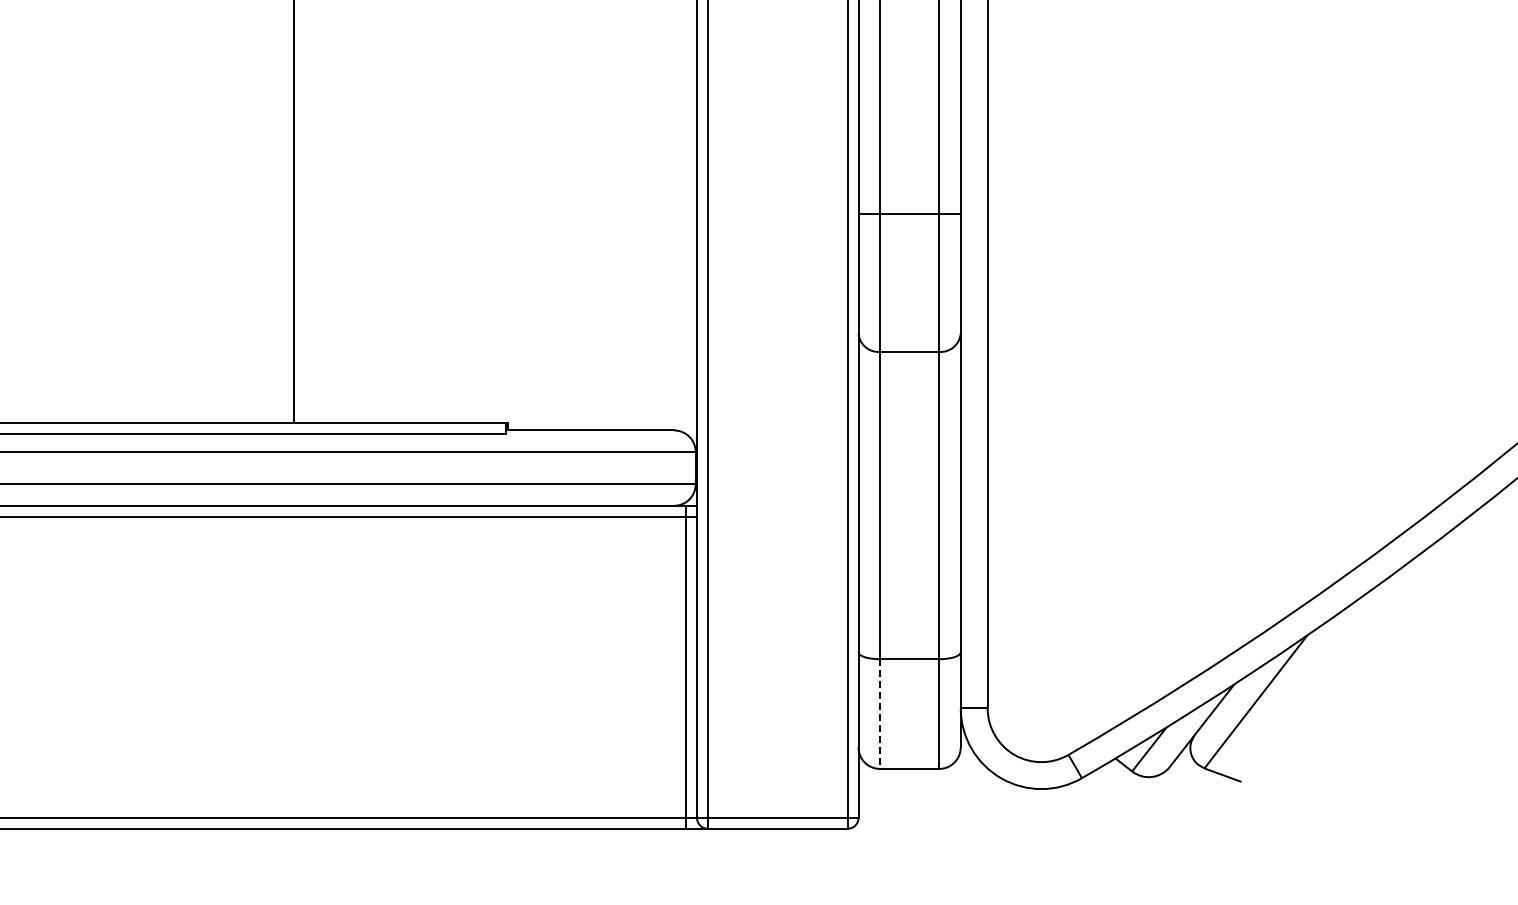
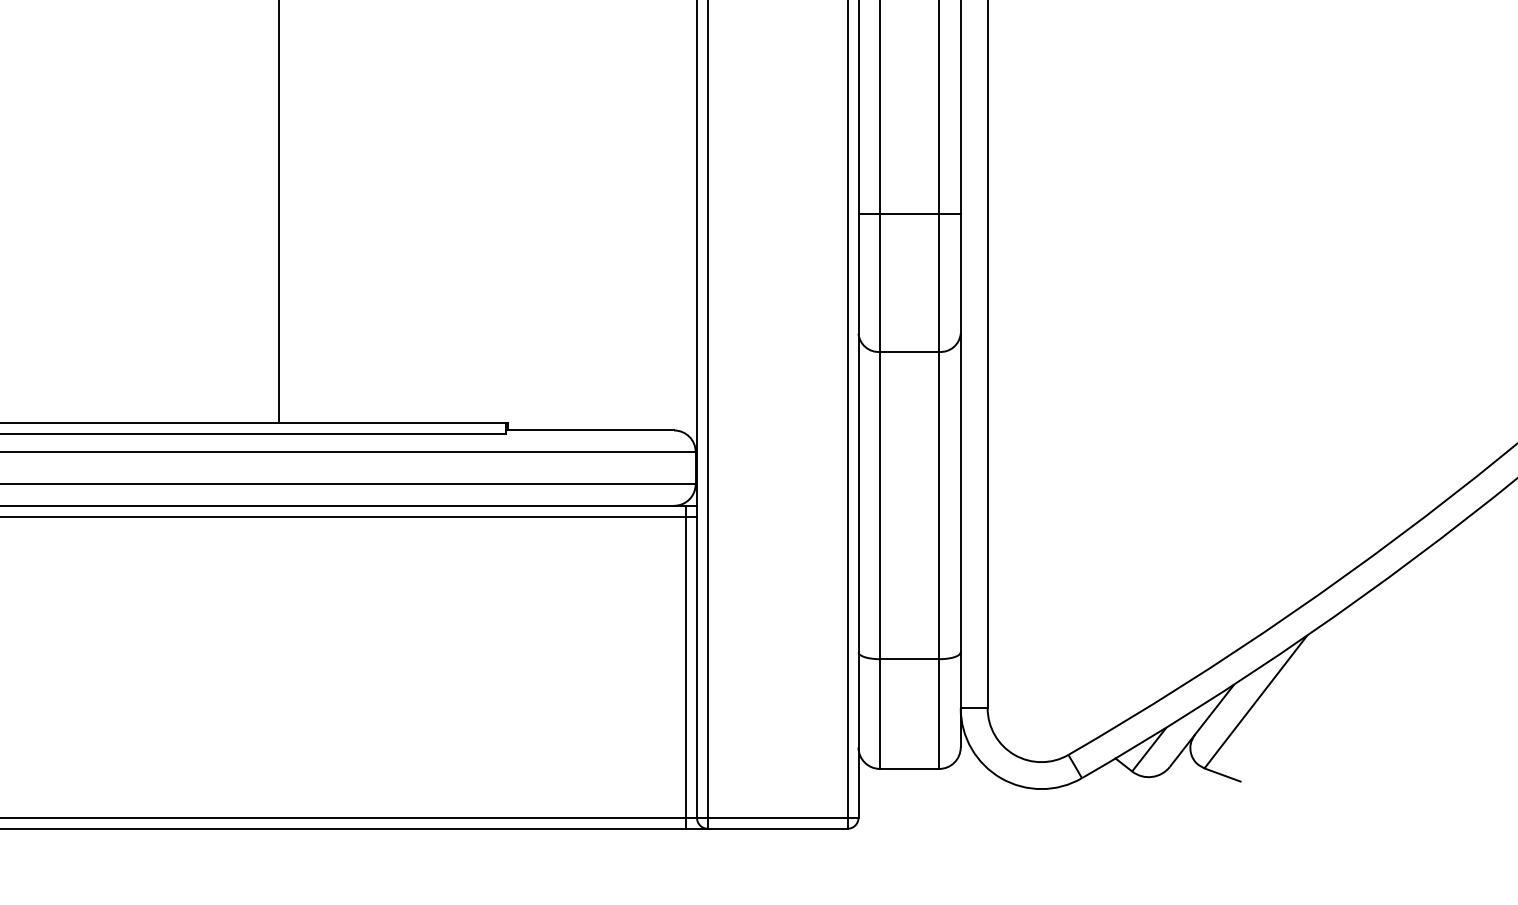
line at (294, 212) position: (294, 212) -> (279, 212)
line at (880, 714): dashed -> solid
